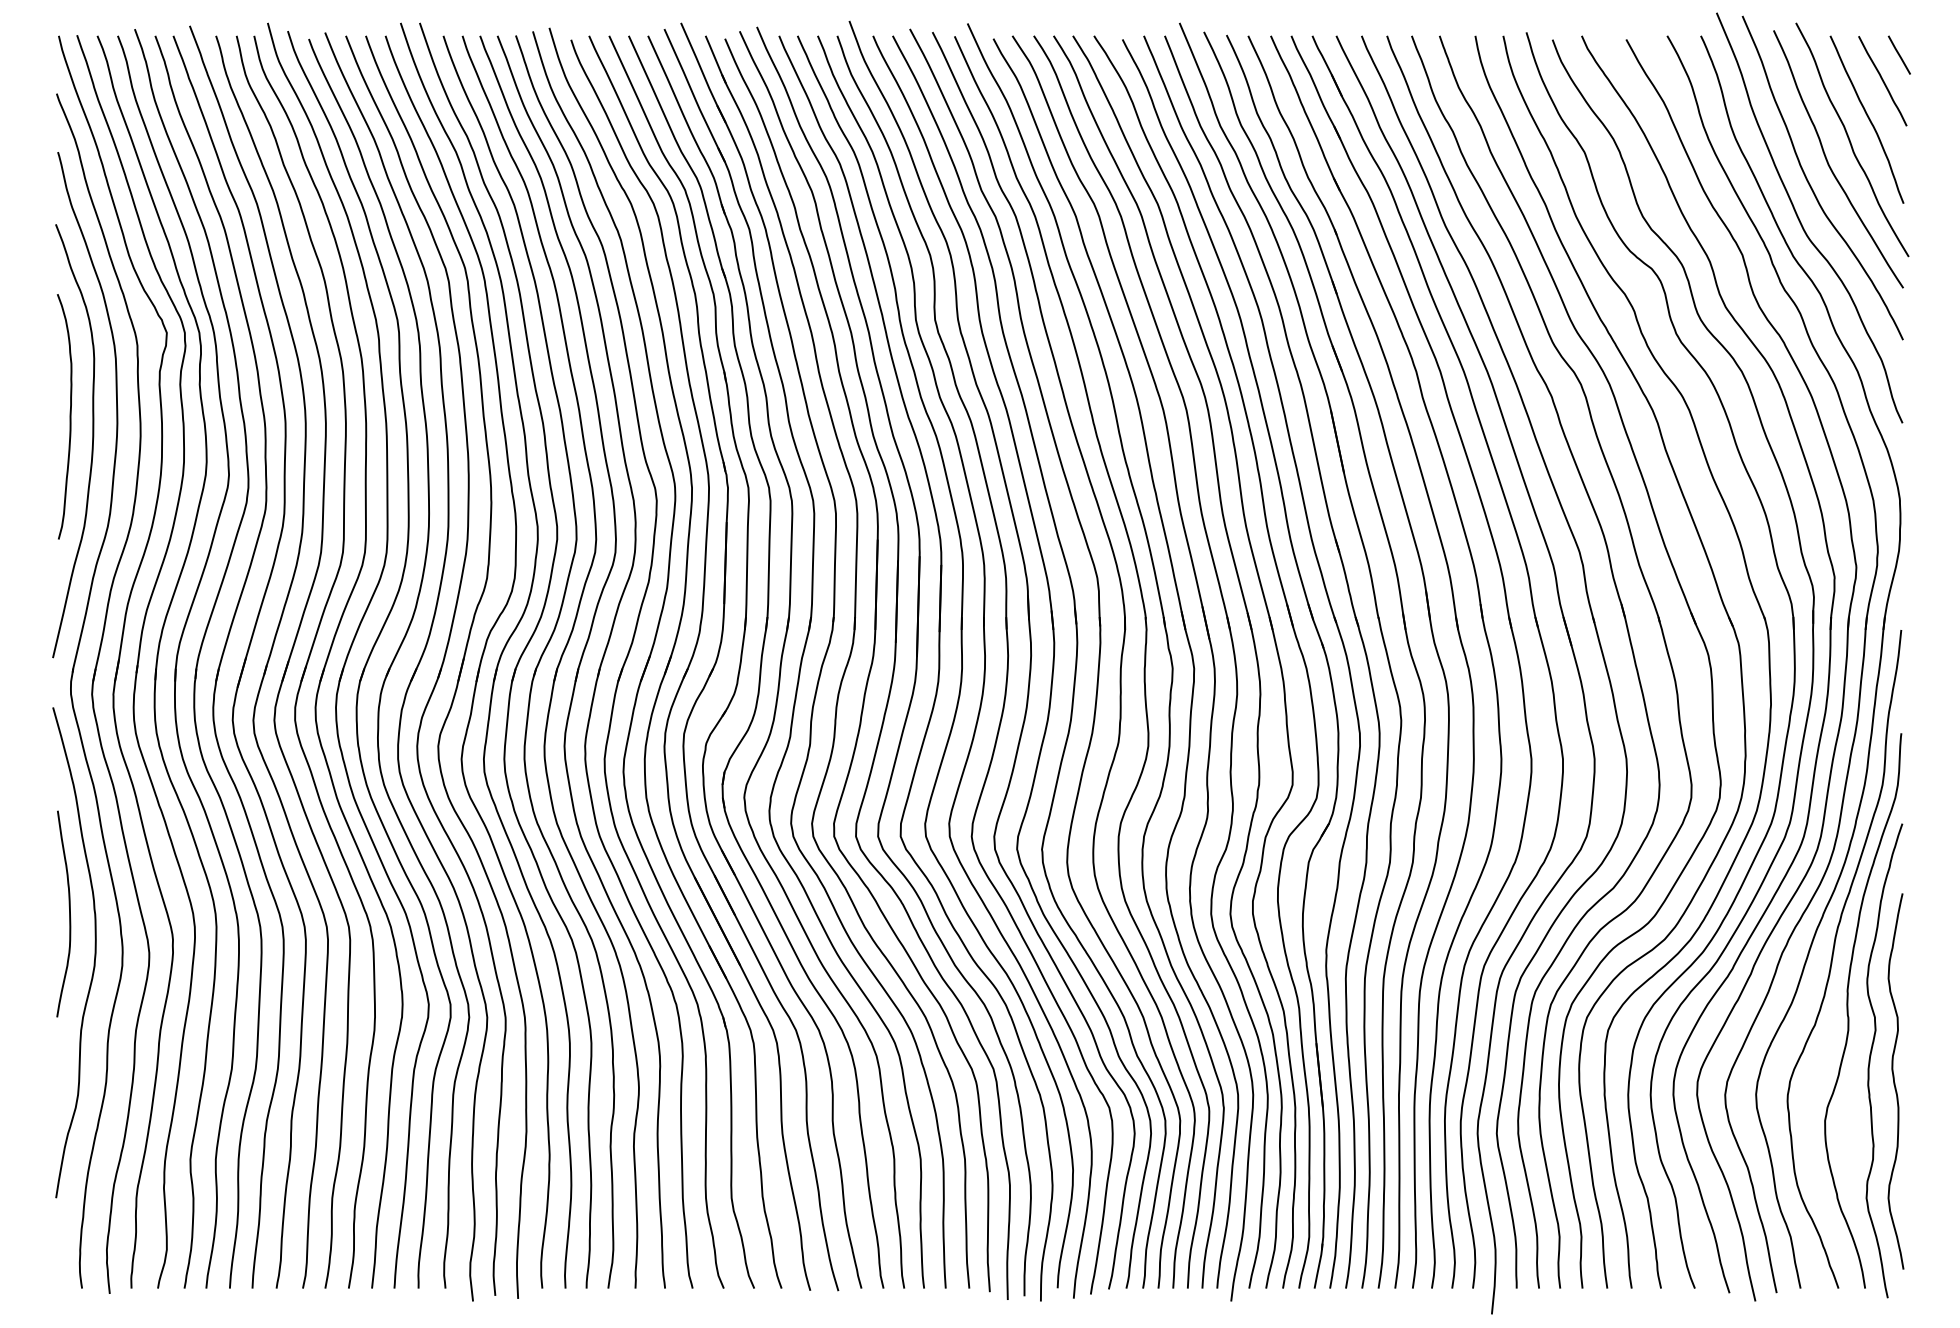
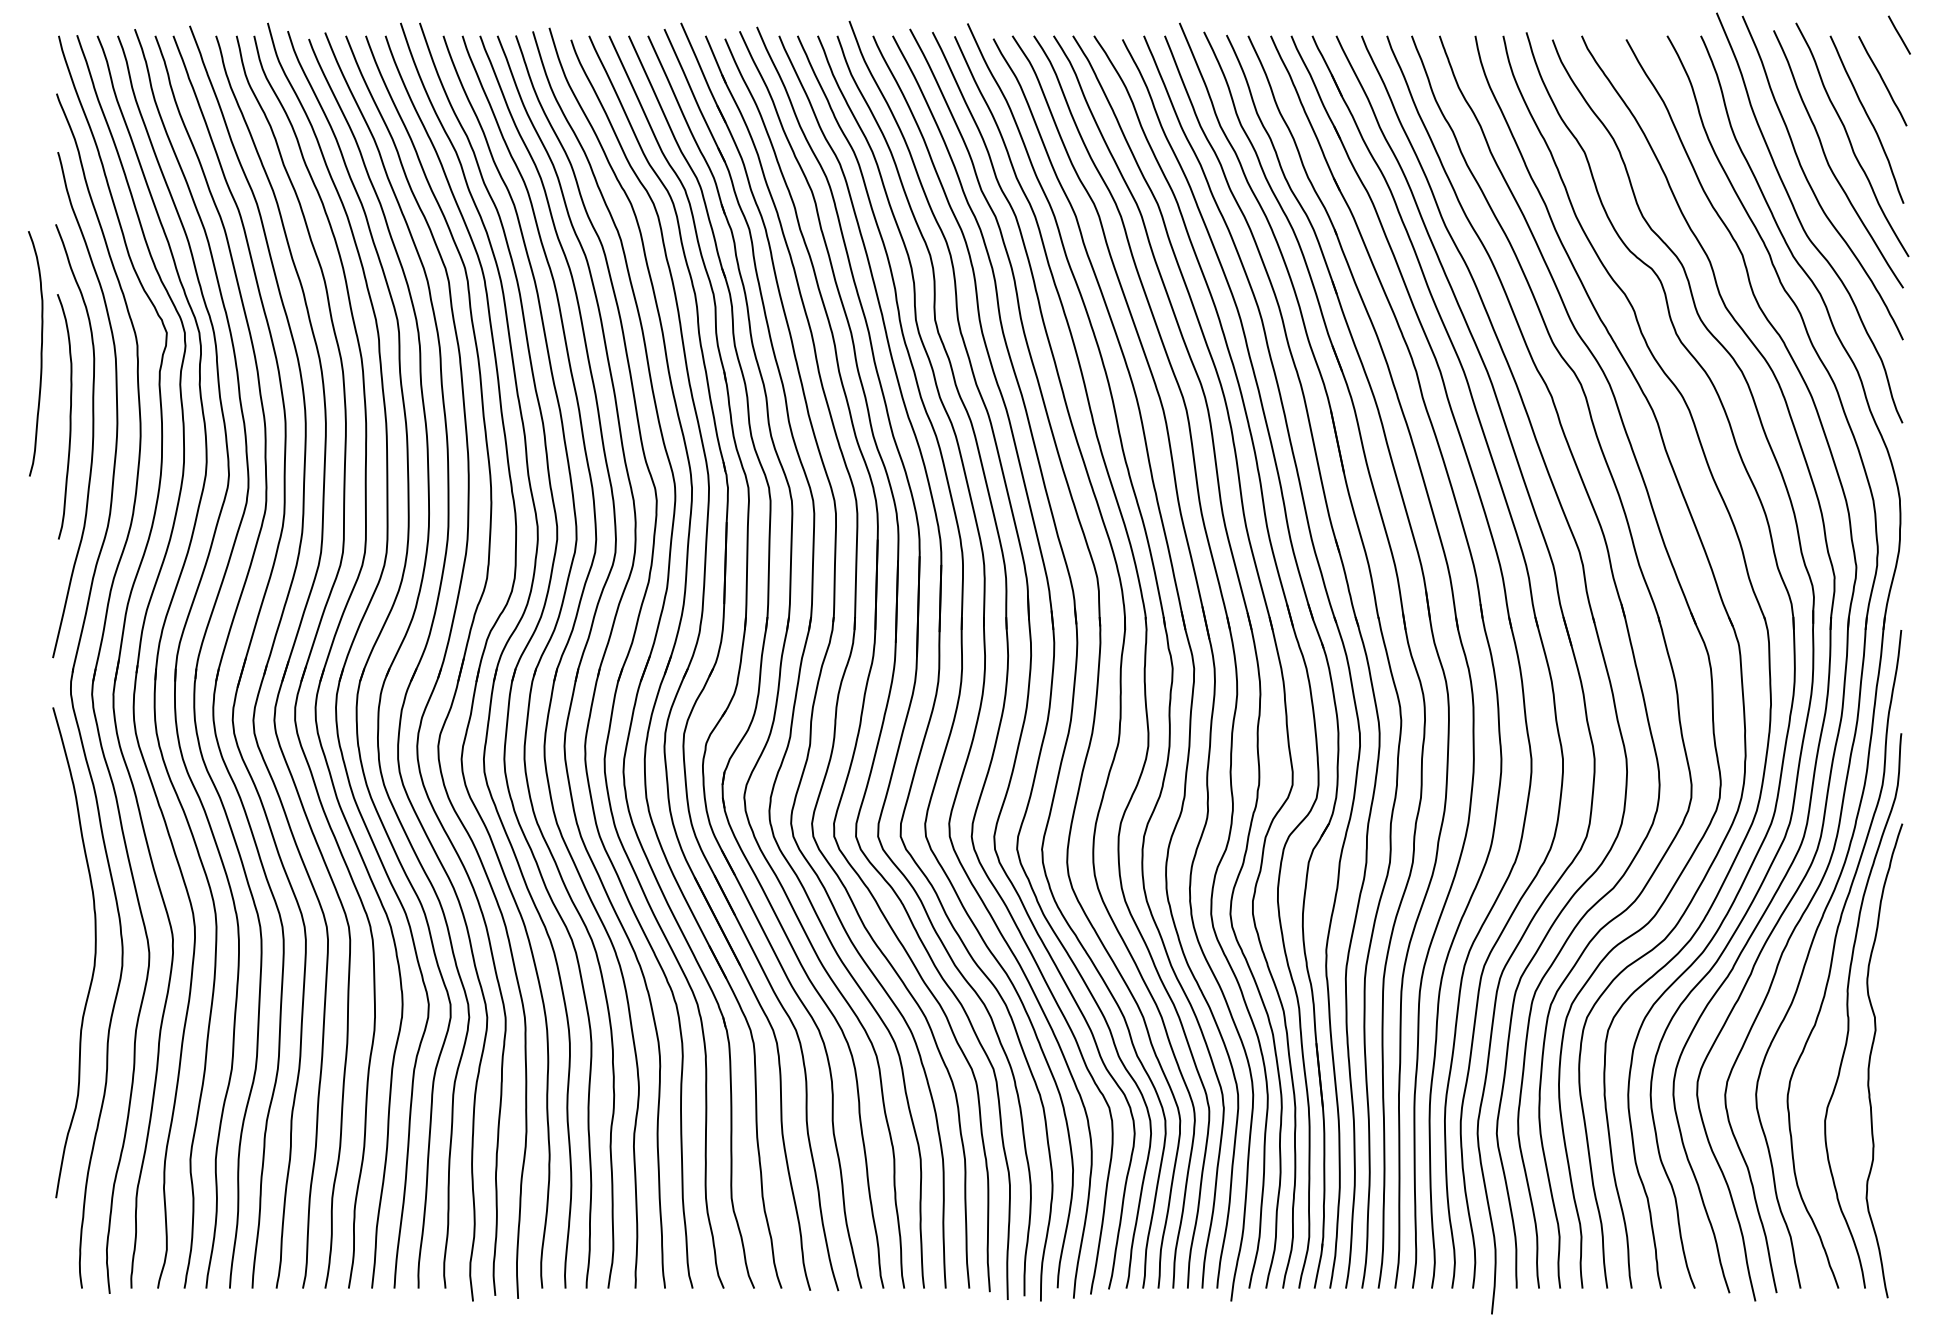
line at (1898, 54) position: (1898, 54) -> (1898, 34)
curve at (40, 353): none -> present
curve at (69, 913): present -> none
curve at (1894, 1081): present -> none
